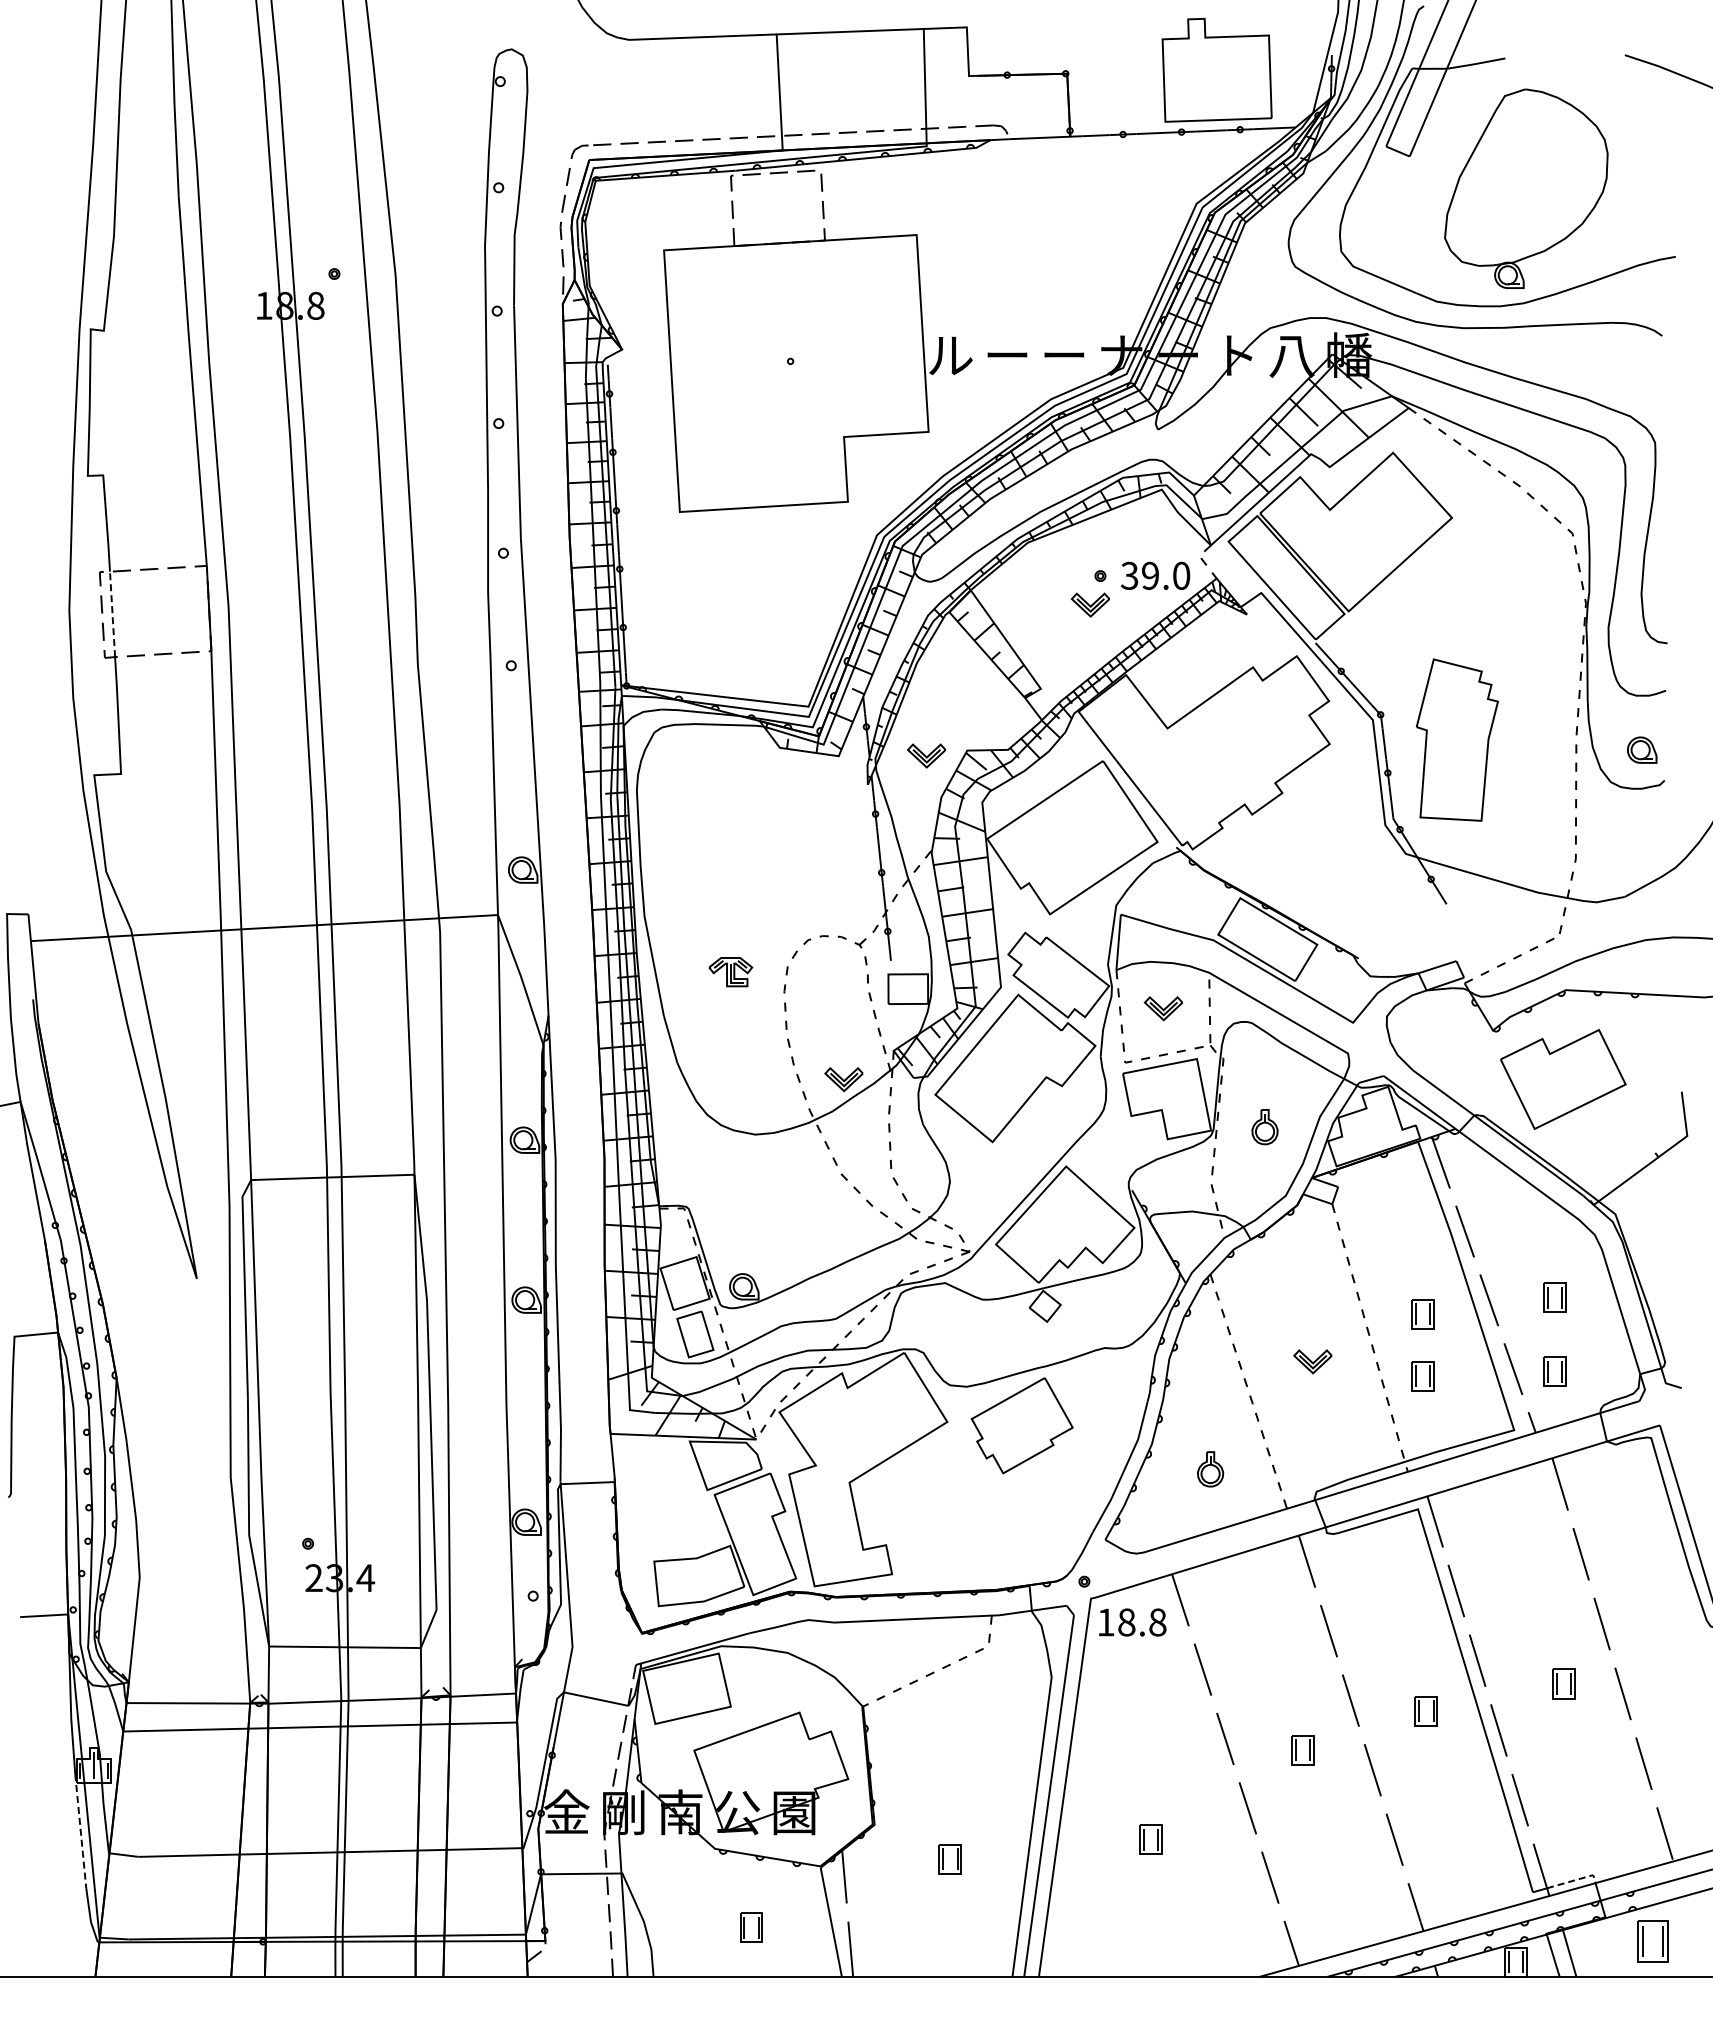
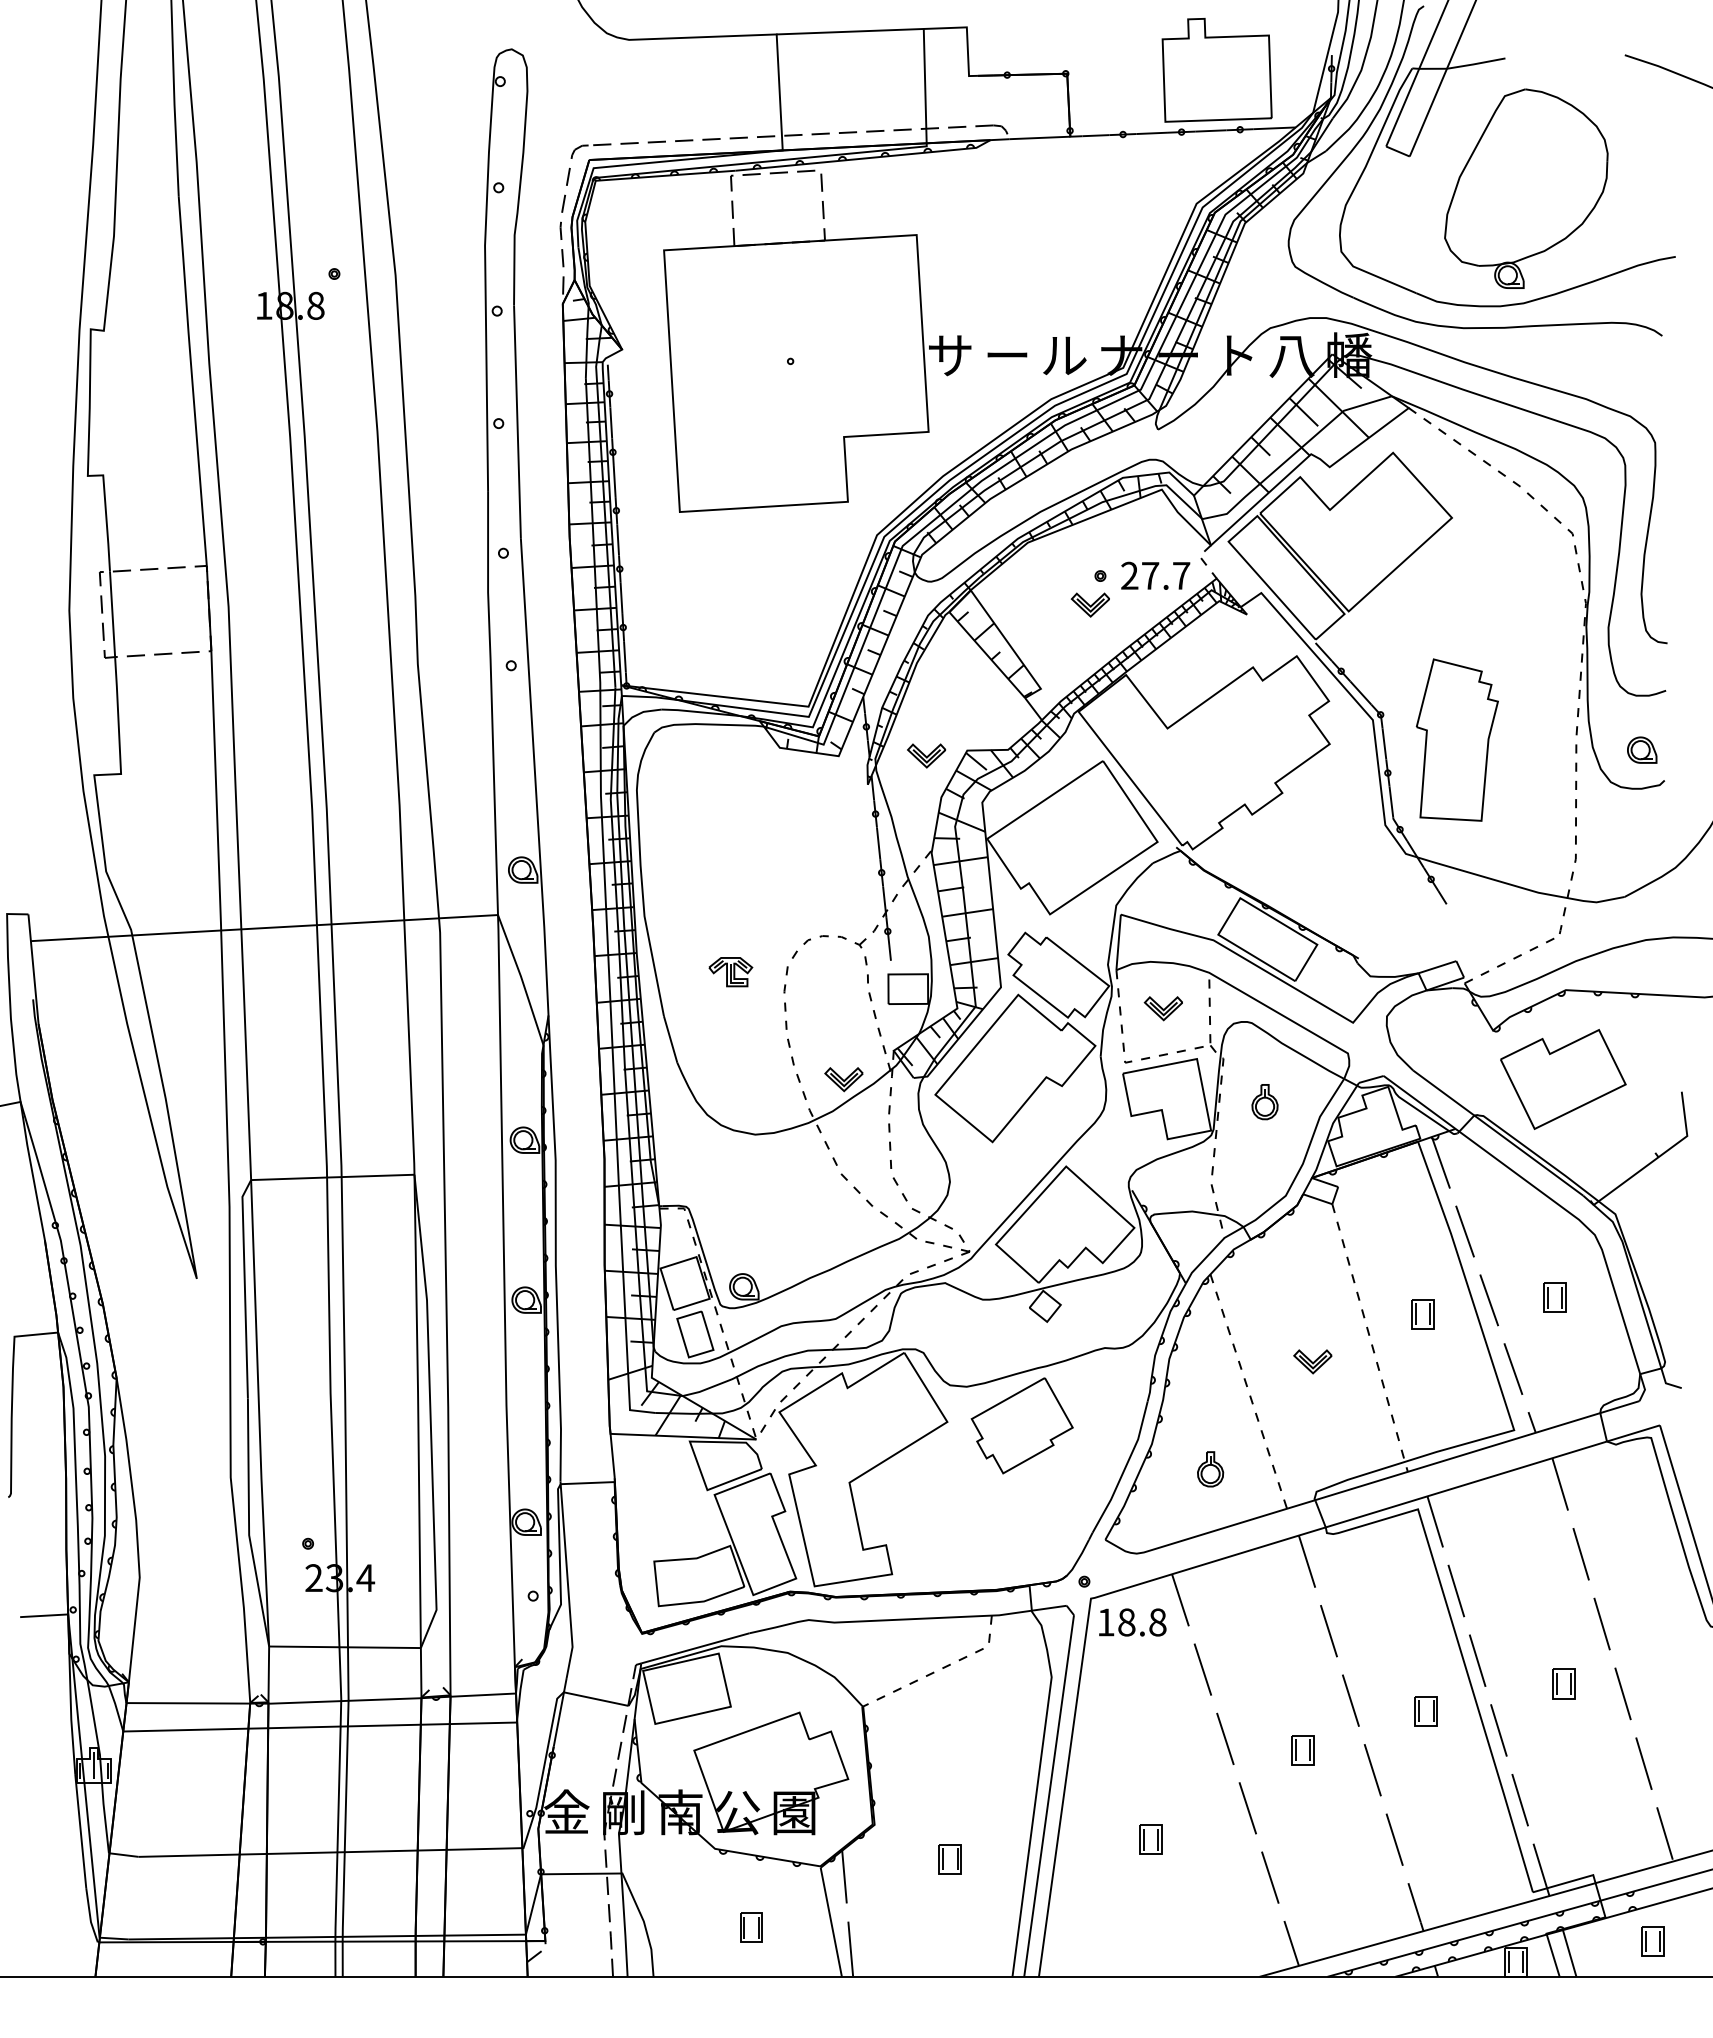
text at (950, 355): ル -> サ
text at (1064, 355): ー -> ル
text at (1155, 575): 39.0 -> 27.7
line at (112, 614): dashed -> solid
part at (1264, 1127) position: (1264, 1127) -> (1264, 1102)
part at (1554, 1371): present -> none
part at (1422, 1376): present -> none
line at (80, 1831): dashed -> solid
line at (1575, 1880): dashed -> solid
part at (1652, 1941) size: 32x43 px -> 24x31 px
